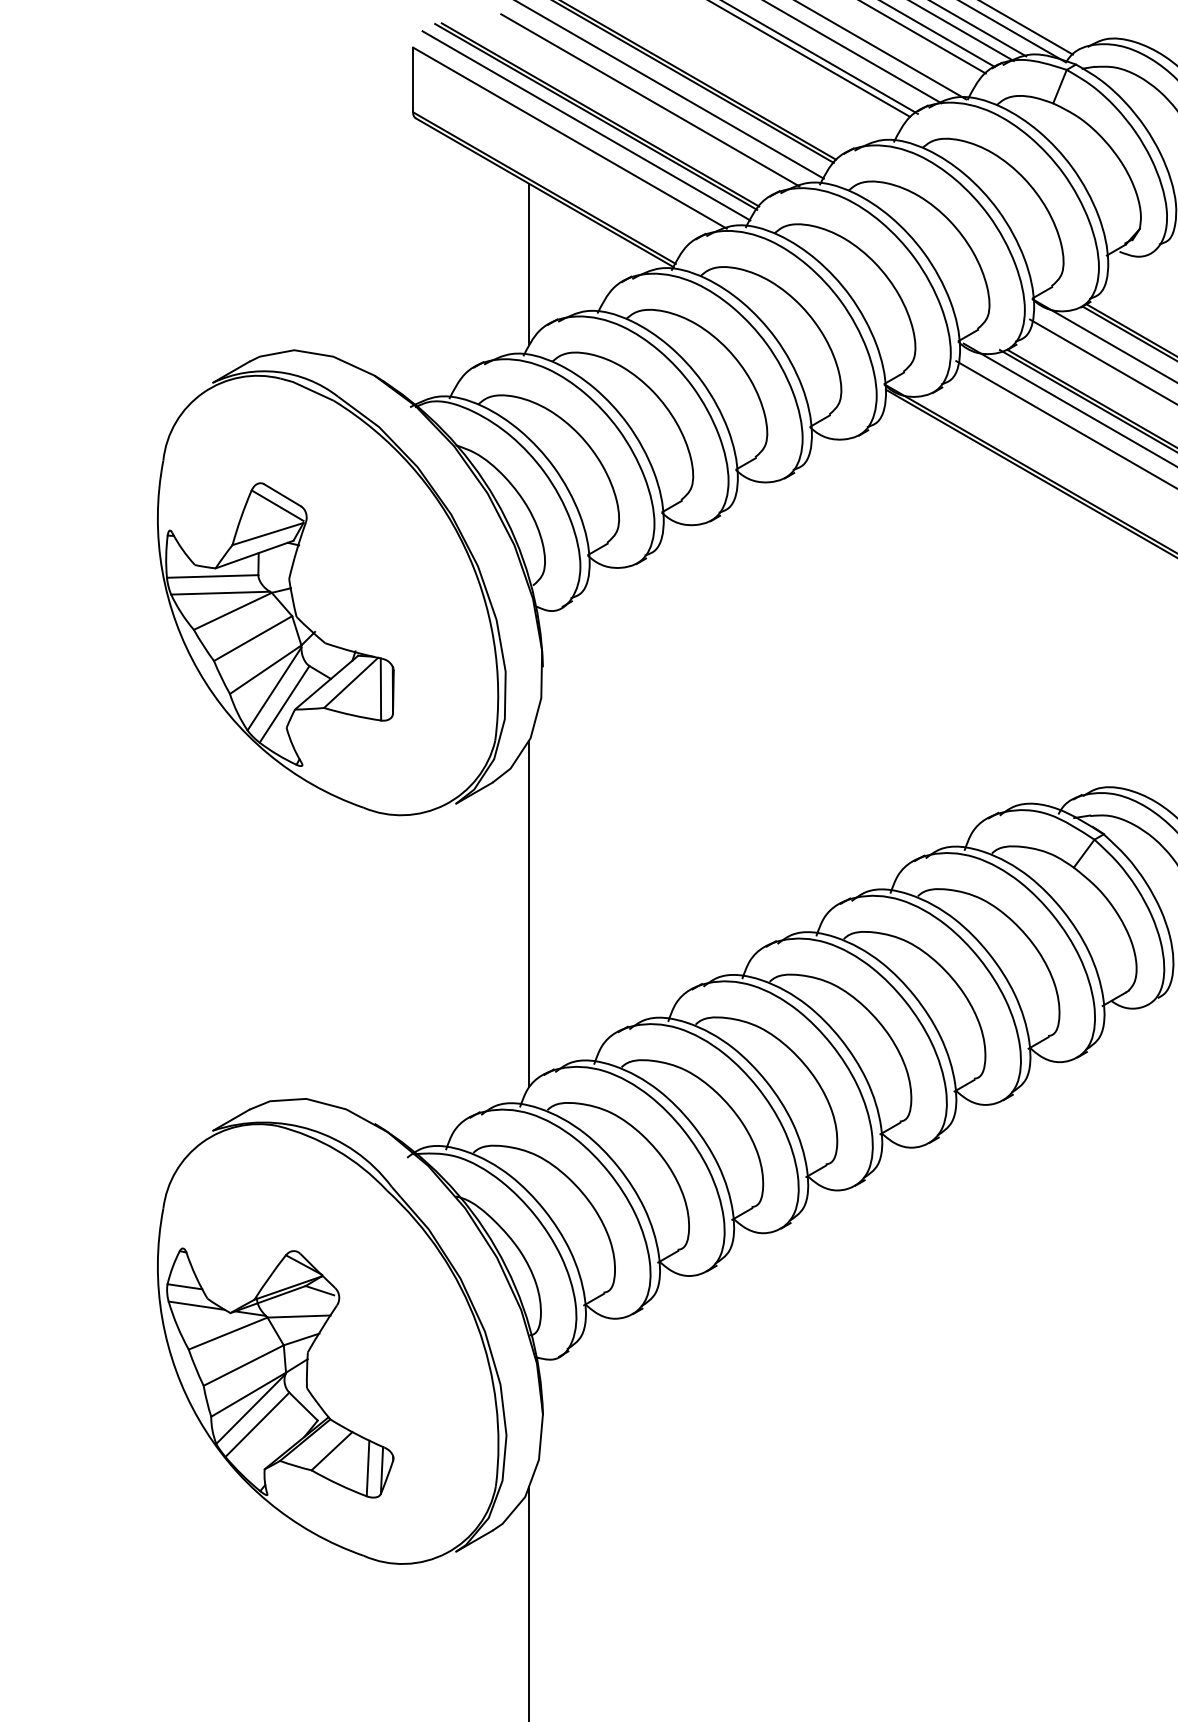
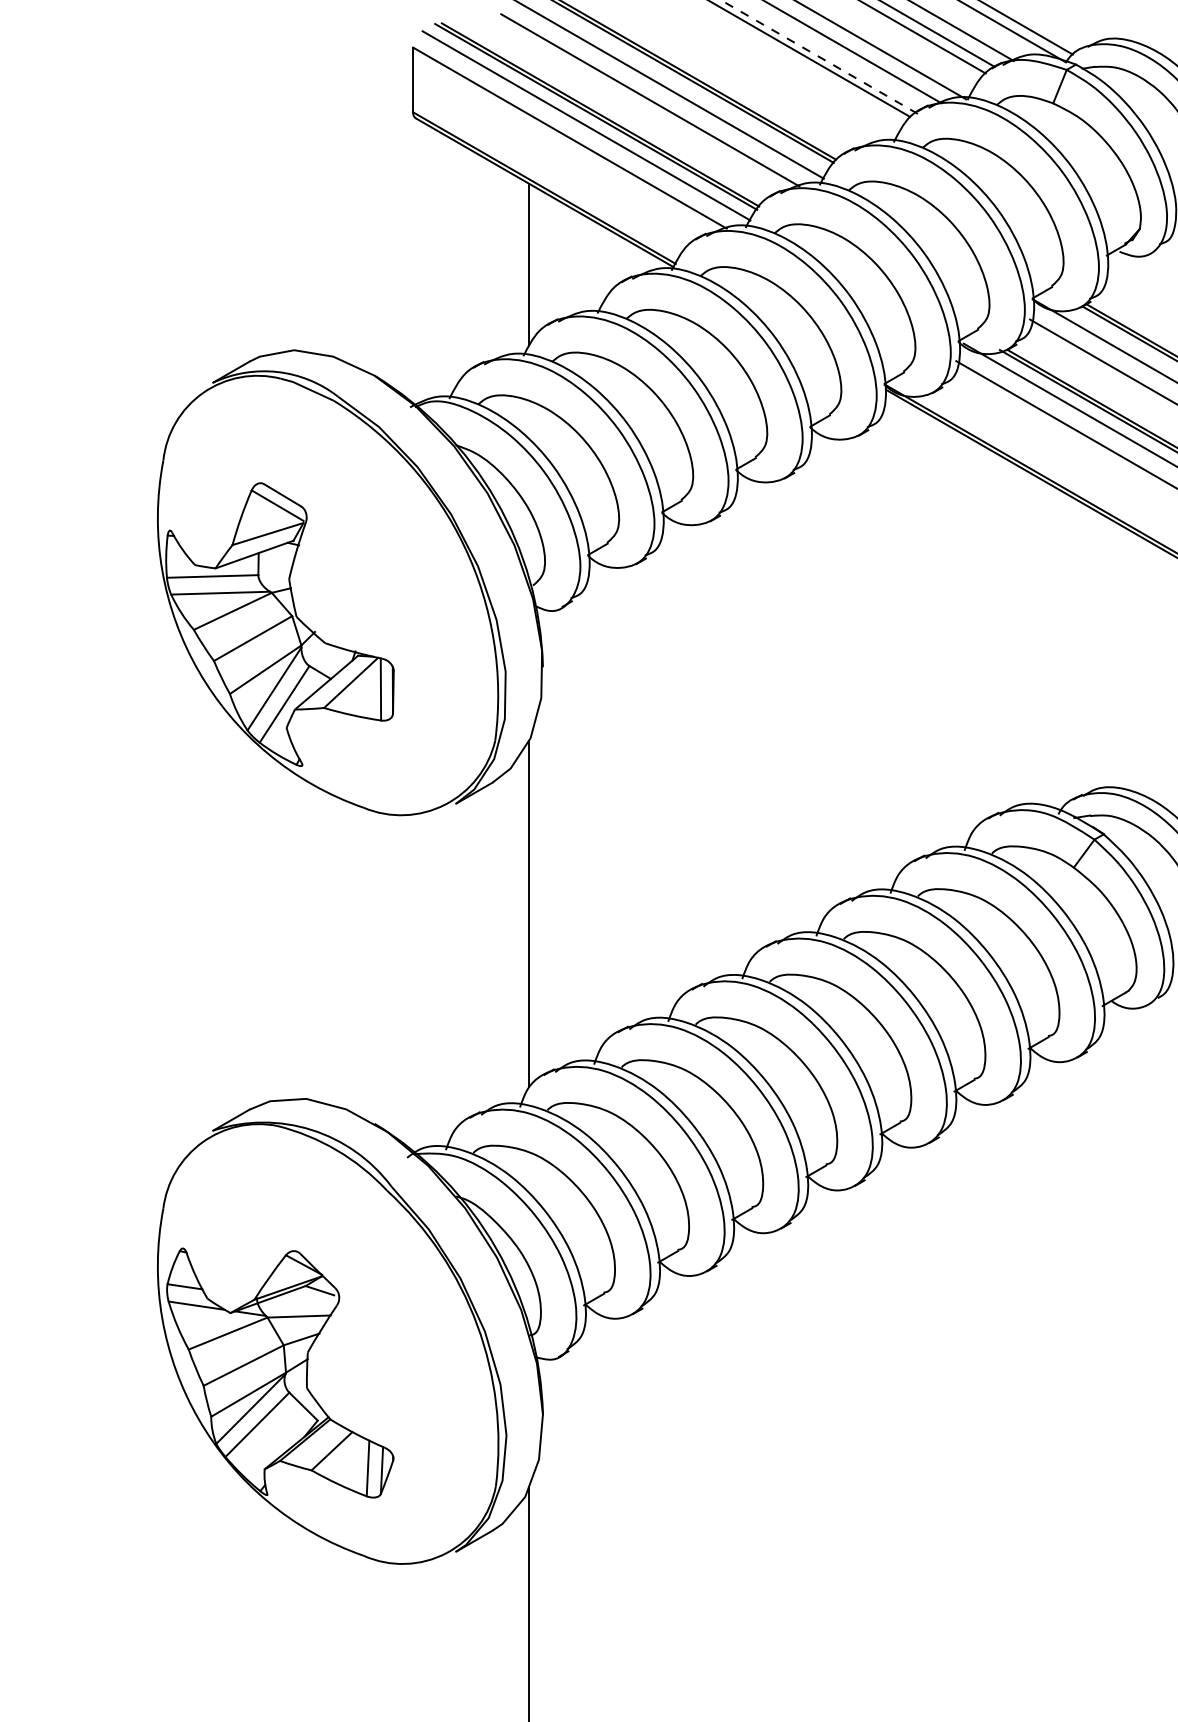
line at (979, 29): present -> none
line at (819, 56): solid -> dashed
